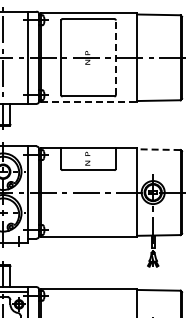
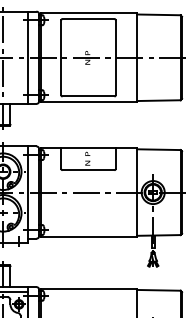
line at (115, 57): dashed -> solid
line at (89, 102): dashed -> solid
line at (158, 149): dashed -> solid
